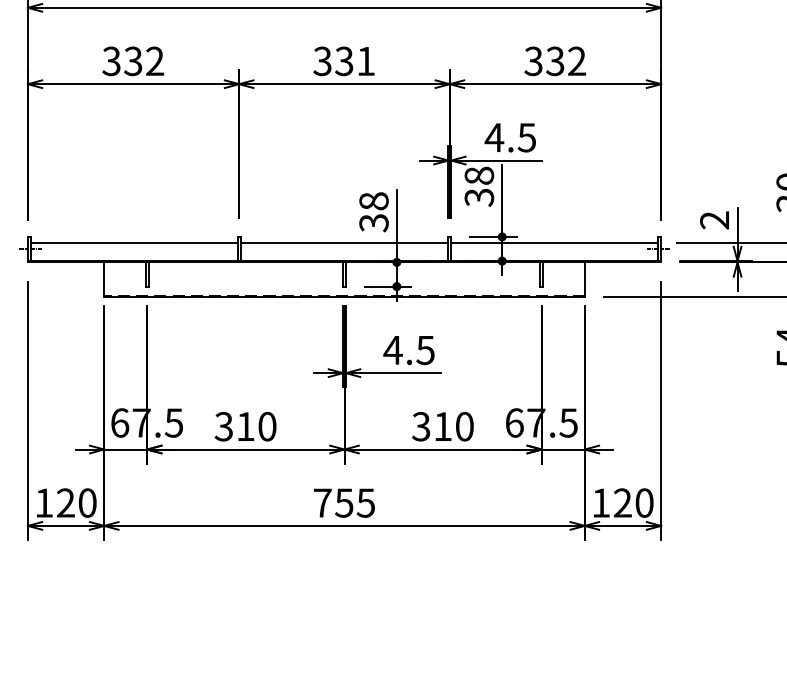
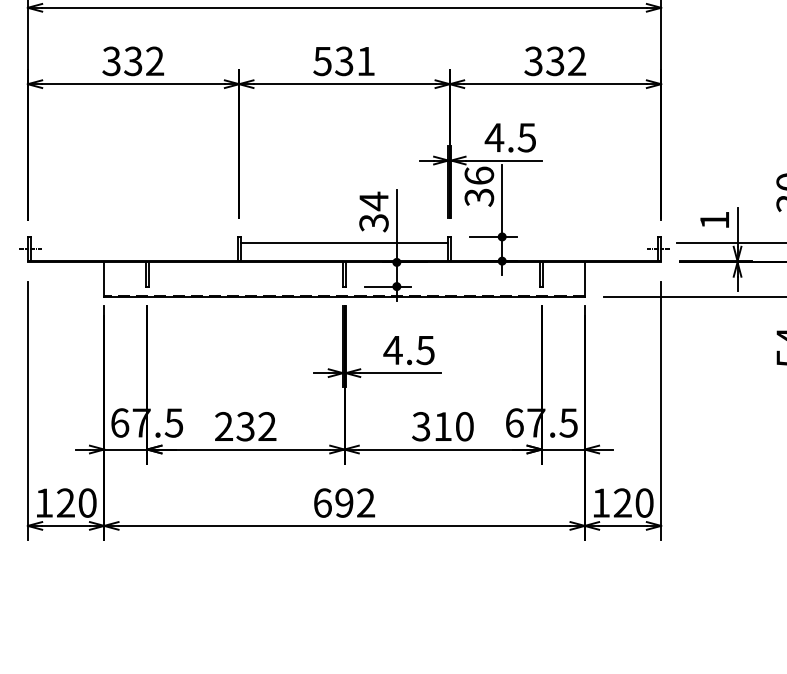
text at (322, 60): 331 -> 531
text at (479, 175): 38 -> 36
text at (373, 201): 38 -> 34
text at (714, 220): 2 -> 1
line at (133, 243): present -> none
line at (554, 243): present -> none
text at (245, 426): 310 -> 232
text at (344, 502): 755 -> 692
